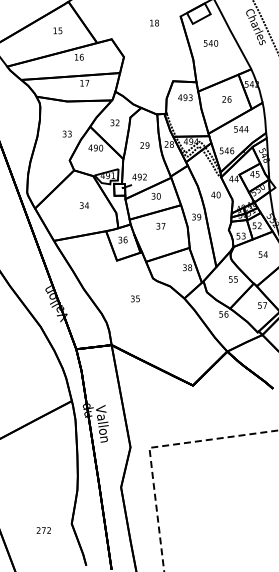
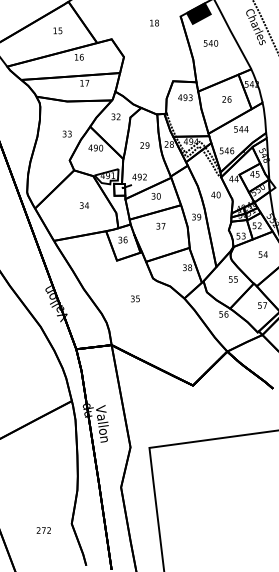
fill at (198, 13): none -> present
text at (114, 122) position: (114, 122) -> (115, 116)
line at (151, 447): dashed -> solid
